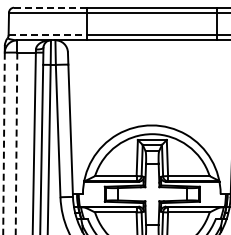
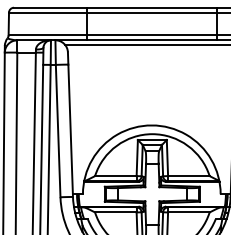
line at (50, 7): dashed -> solid
line at (48, 35): dashed -> solid
line at (146, 45): none -> present
line at (4, 143): dashed -> solid
line at (16, 143): dashed -> solid
